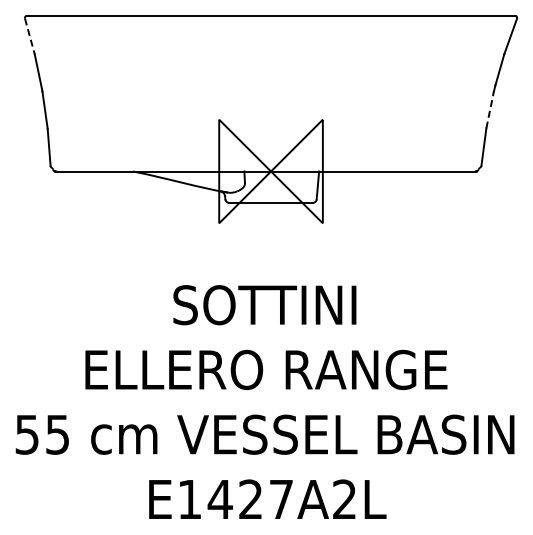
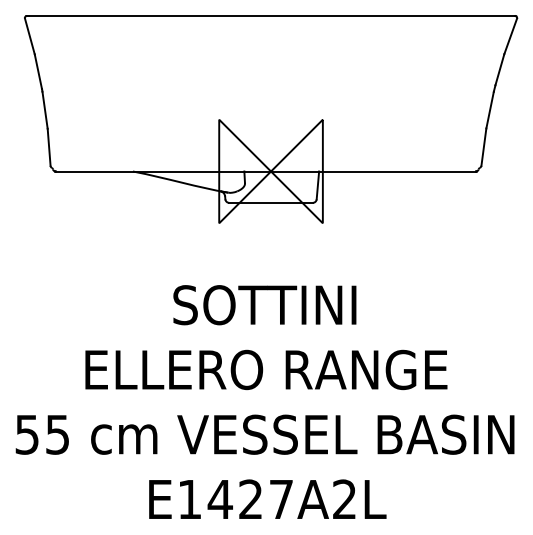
line at (29, 36): dashed -> solid
line at (490, 110): dashed -> solid
